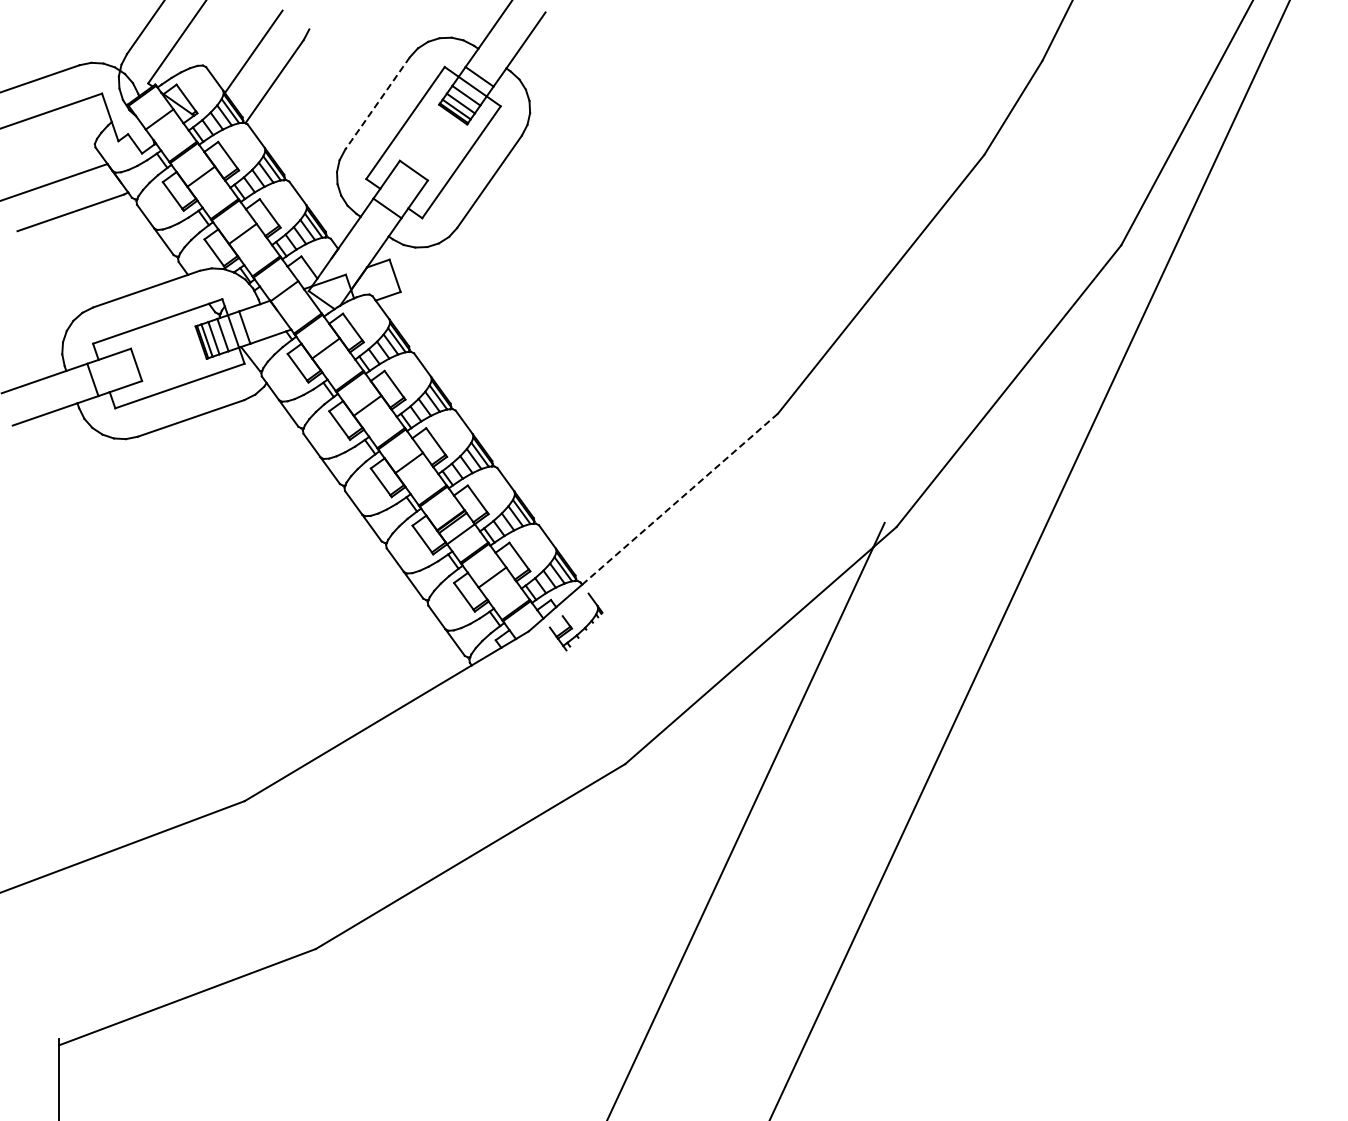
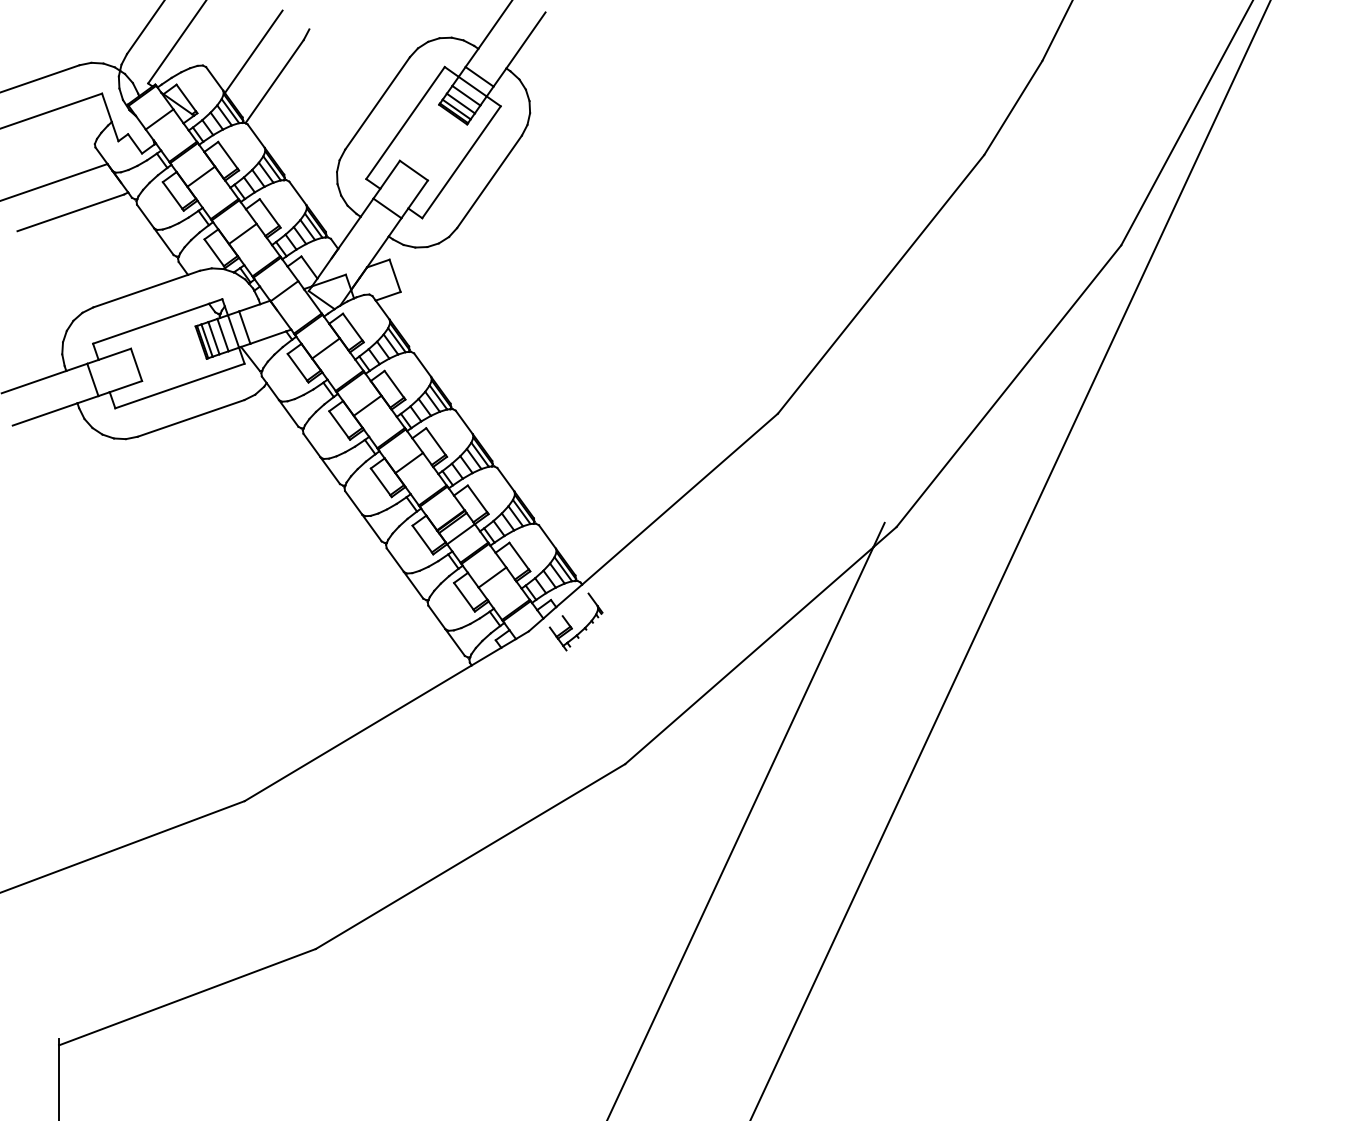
line at (377, 103): dashed -> solid
line at (680, 499): dashed -> solid
line at (1030, 559) position: (1030, 559) -> (1010, 559)
